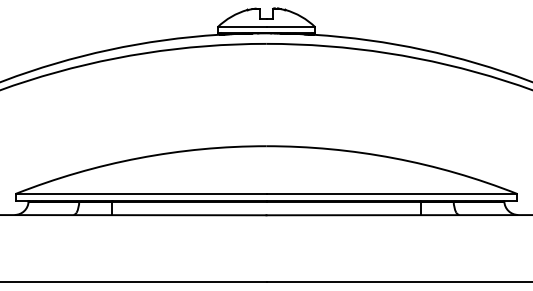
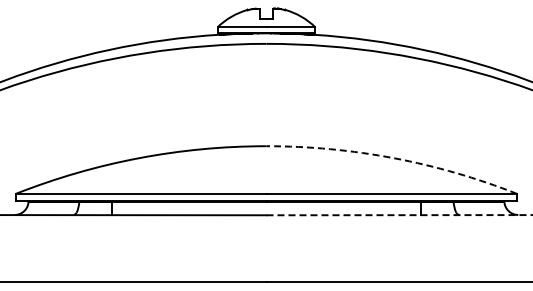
arc at (393, 158): solid -> dashed
line at (399, 215): solid -> dashed
